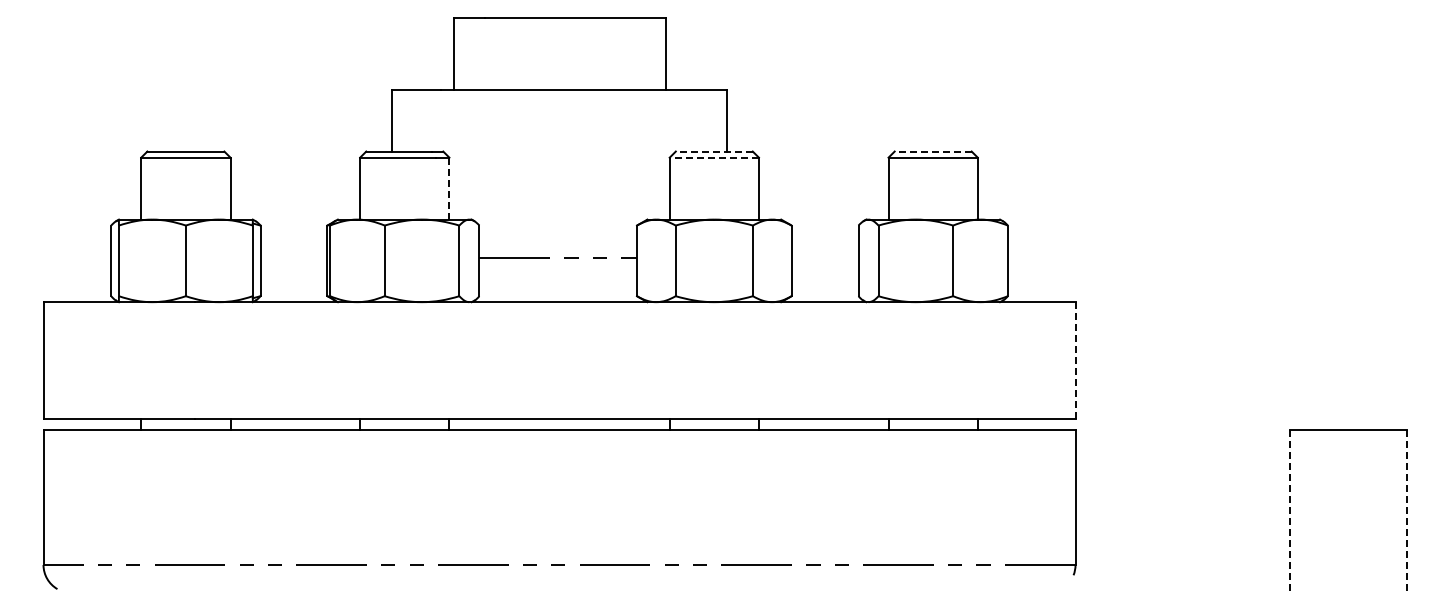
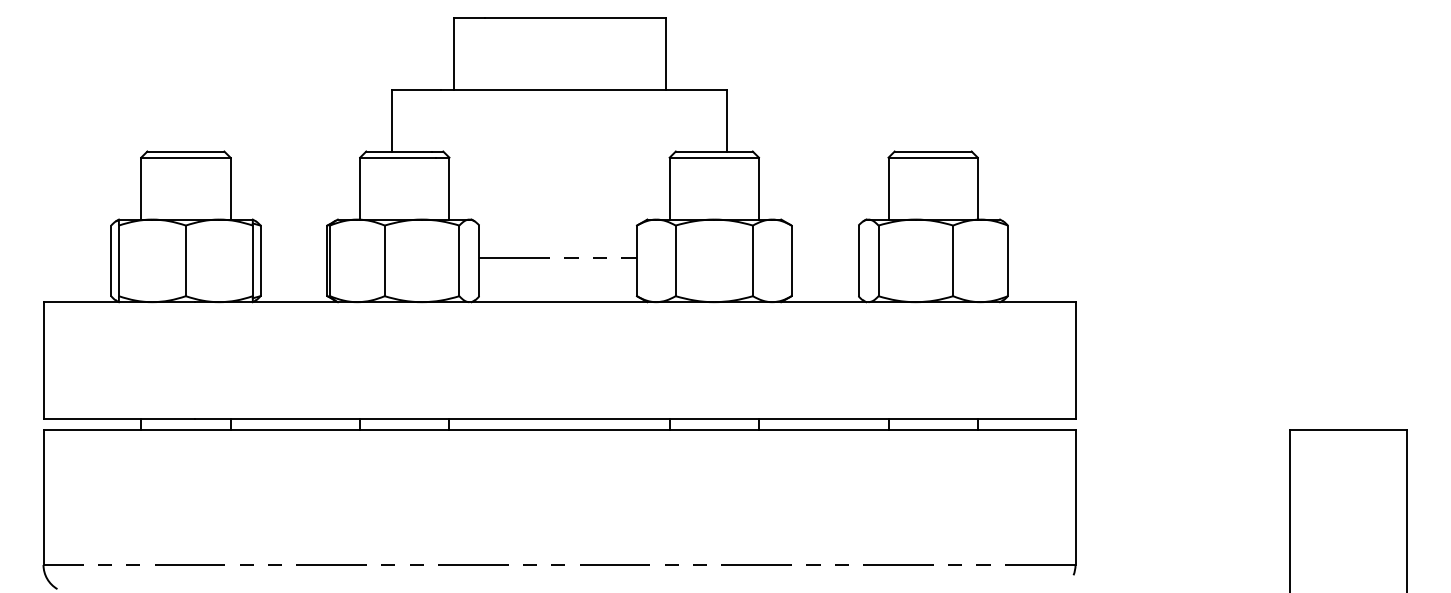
line at (713, 151): dashed -> solid
line at (932, 151): dashed -> solid
line at (714, 157): dashed -> solid
line at (449, 188): dashed -> solid
line at (1075, 360): dashed -> solid
line at (1290, 511): dashed -> solid
line at (1407, 511): dashed -> solid
